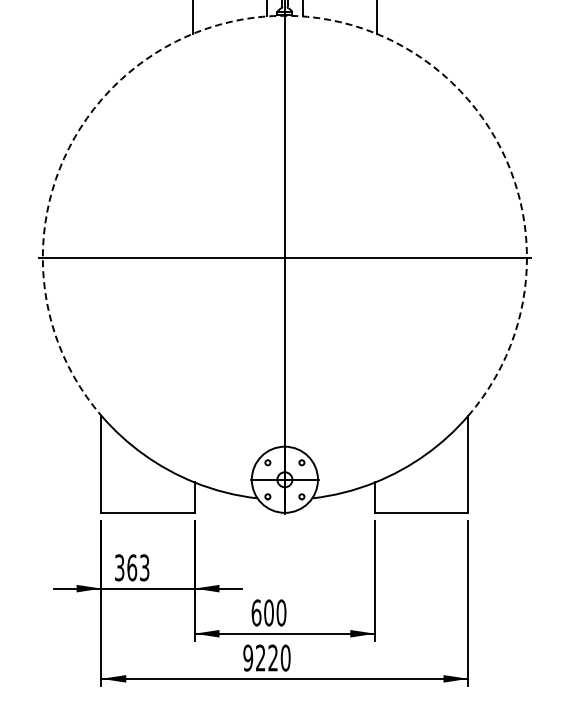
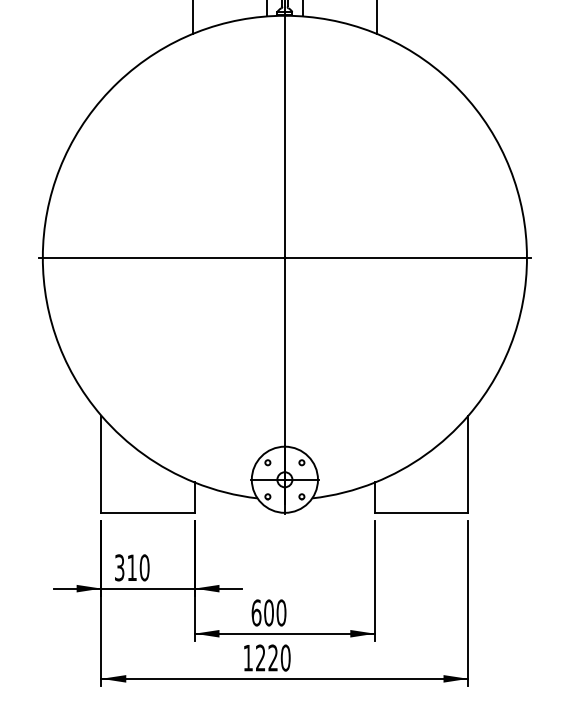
arc at (284, 15): dashed -> solid
text at (138, 567): 363 -> 310
text at (248, 657): 9220 -> 1220
